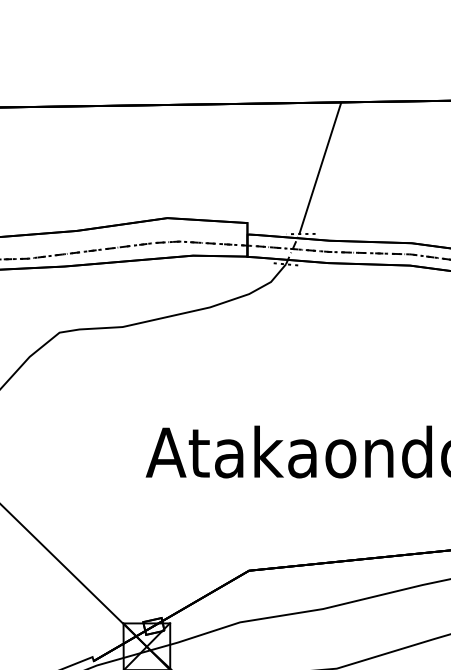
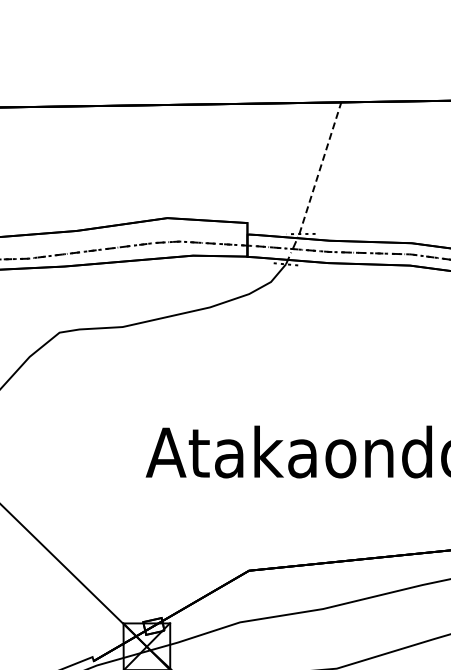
line at (320, 167): solid -> dashed
